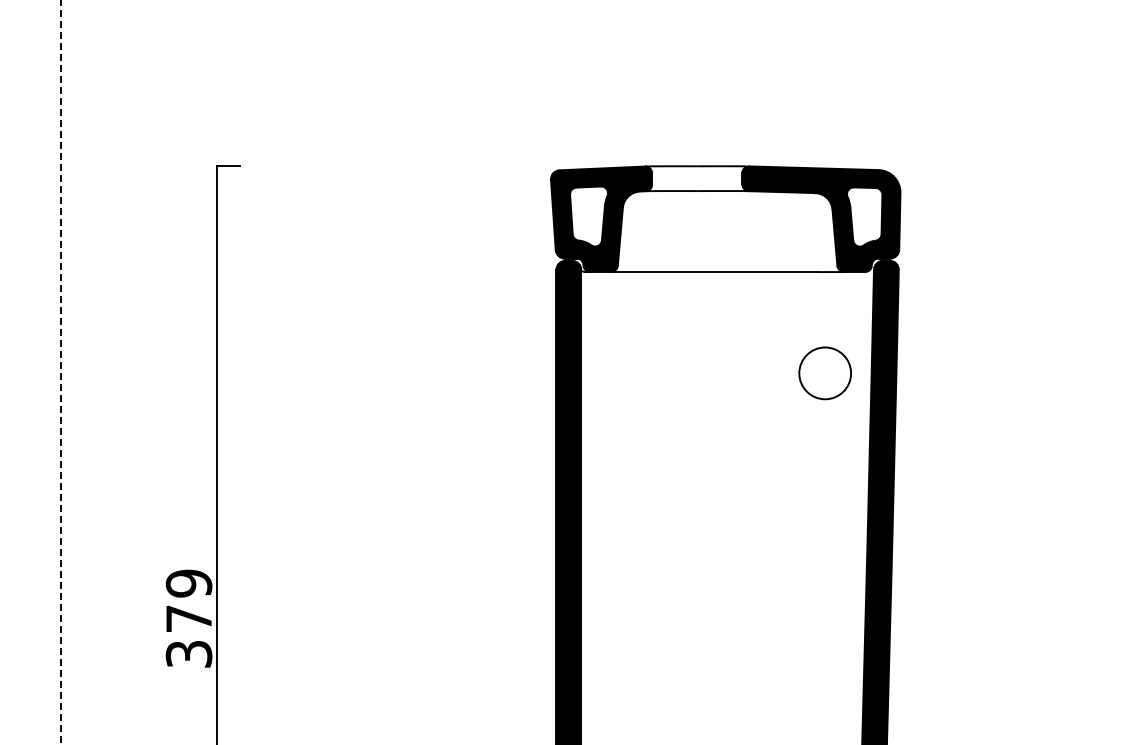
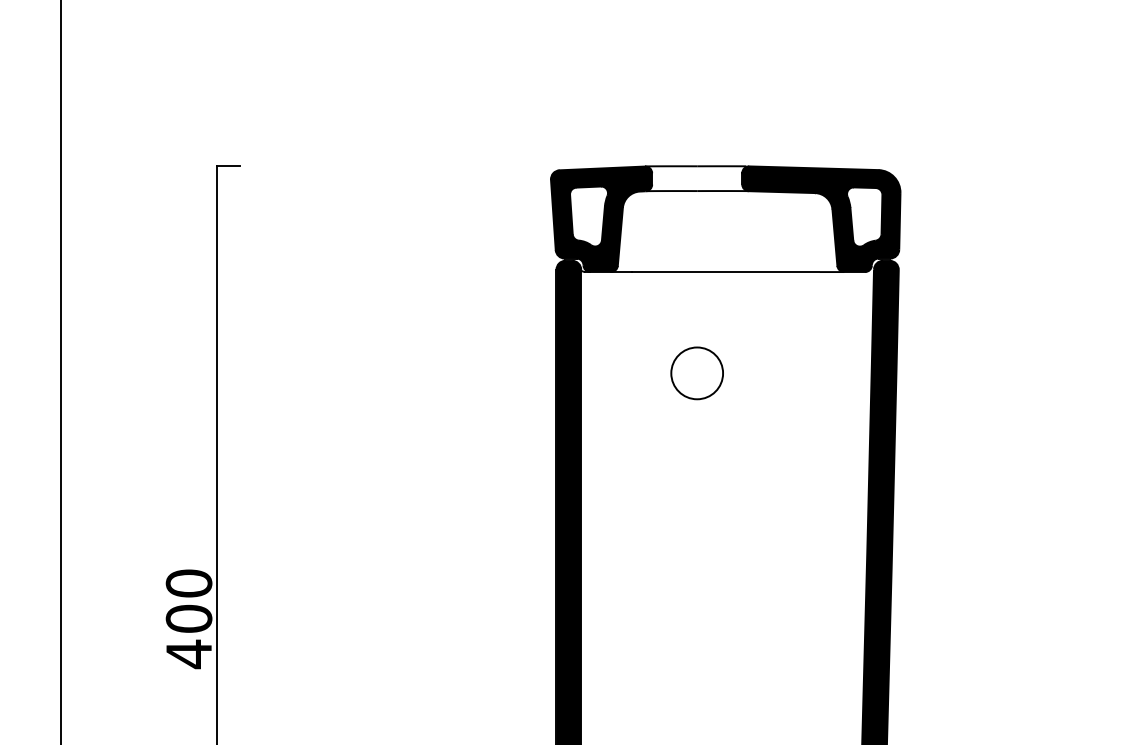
line at (61, 372): dashed -> solid
circle at (824, 373) position: (824, 373) -> (696, 373)
text at (188, 619): 379 -> 400
